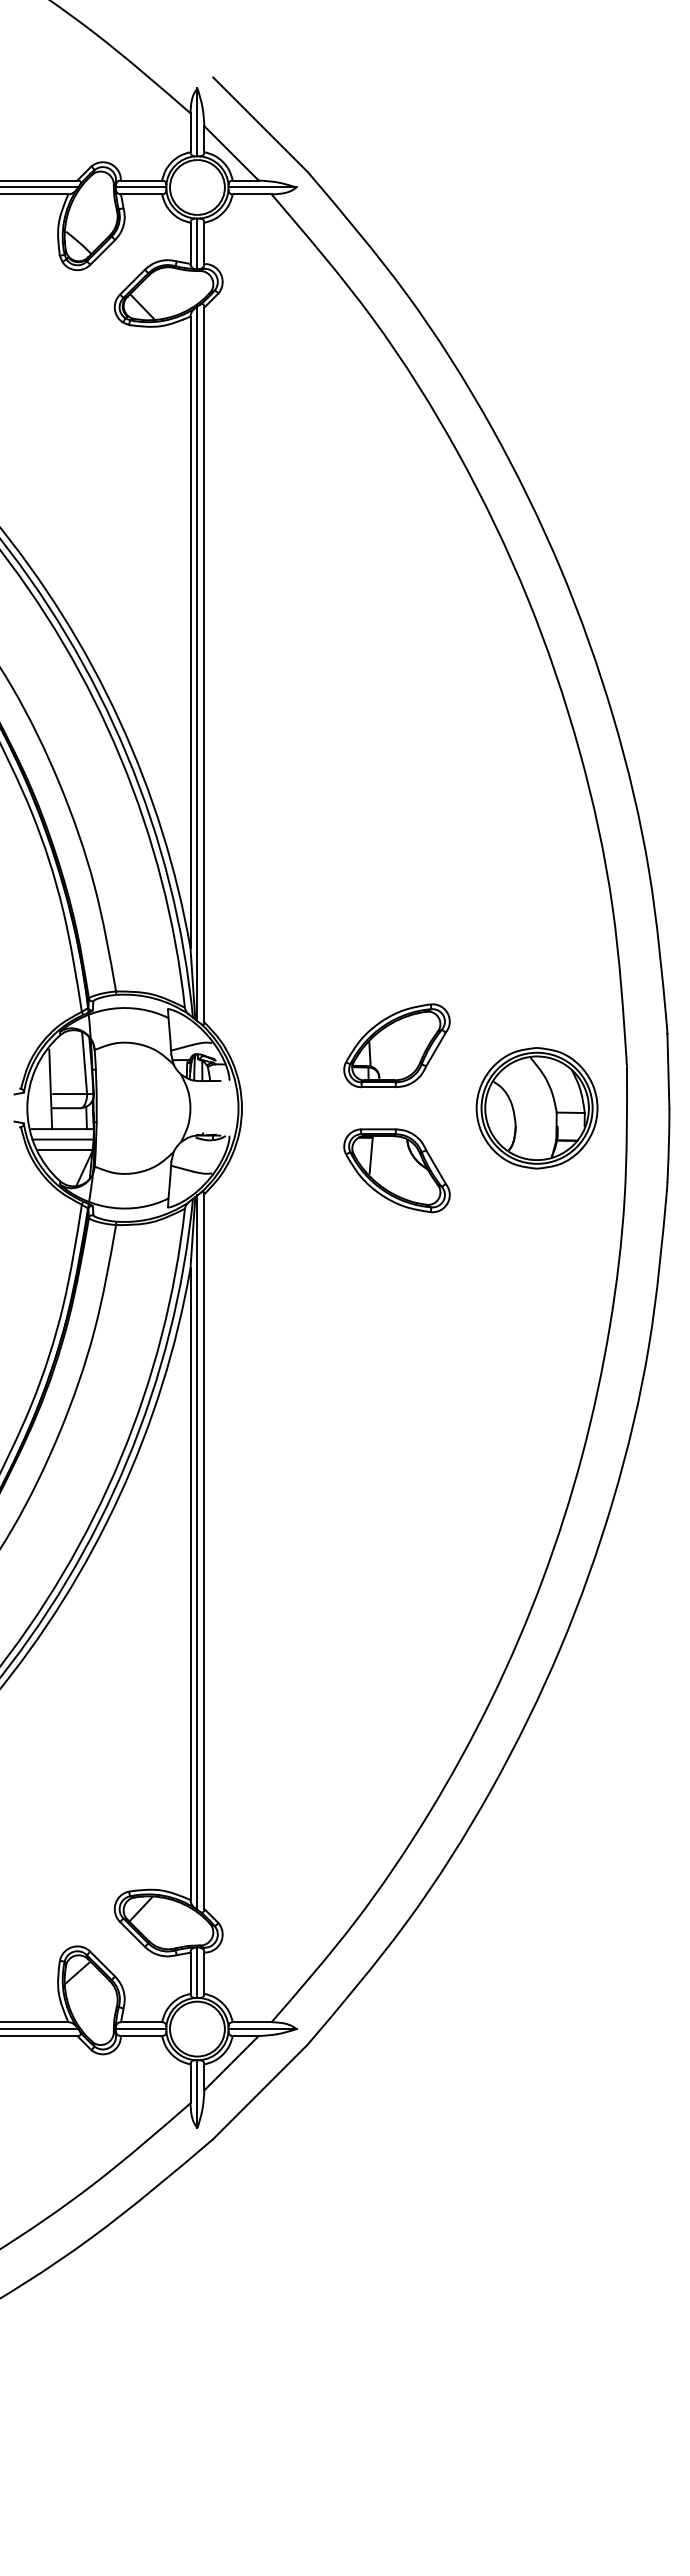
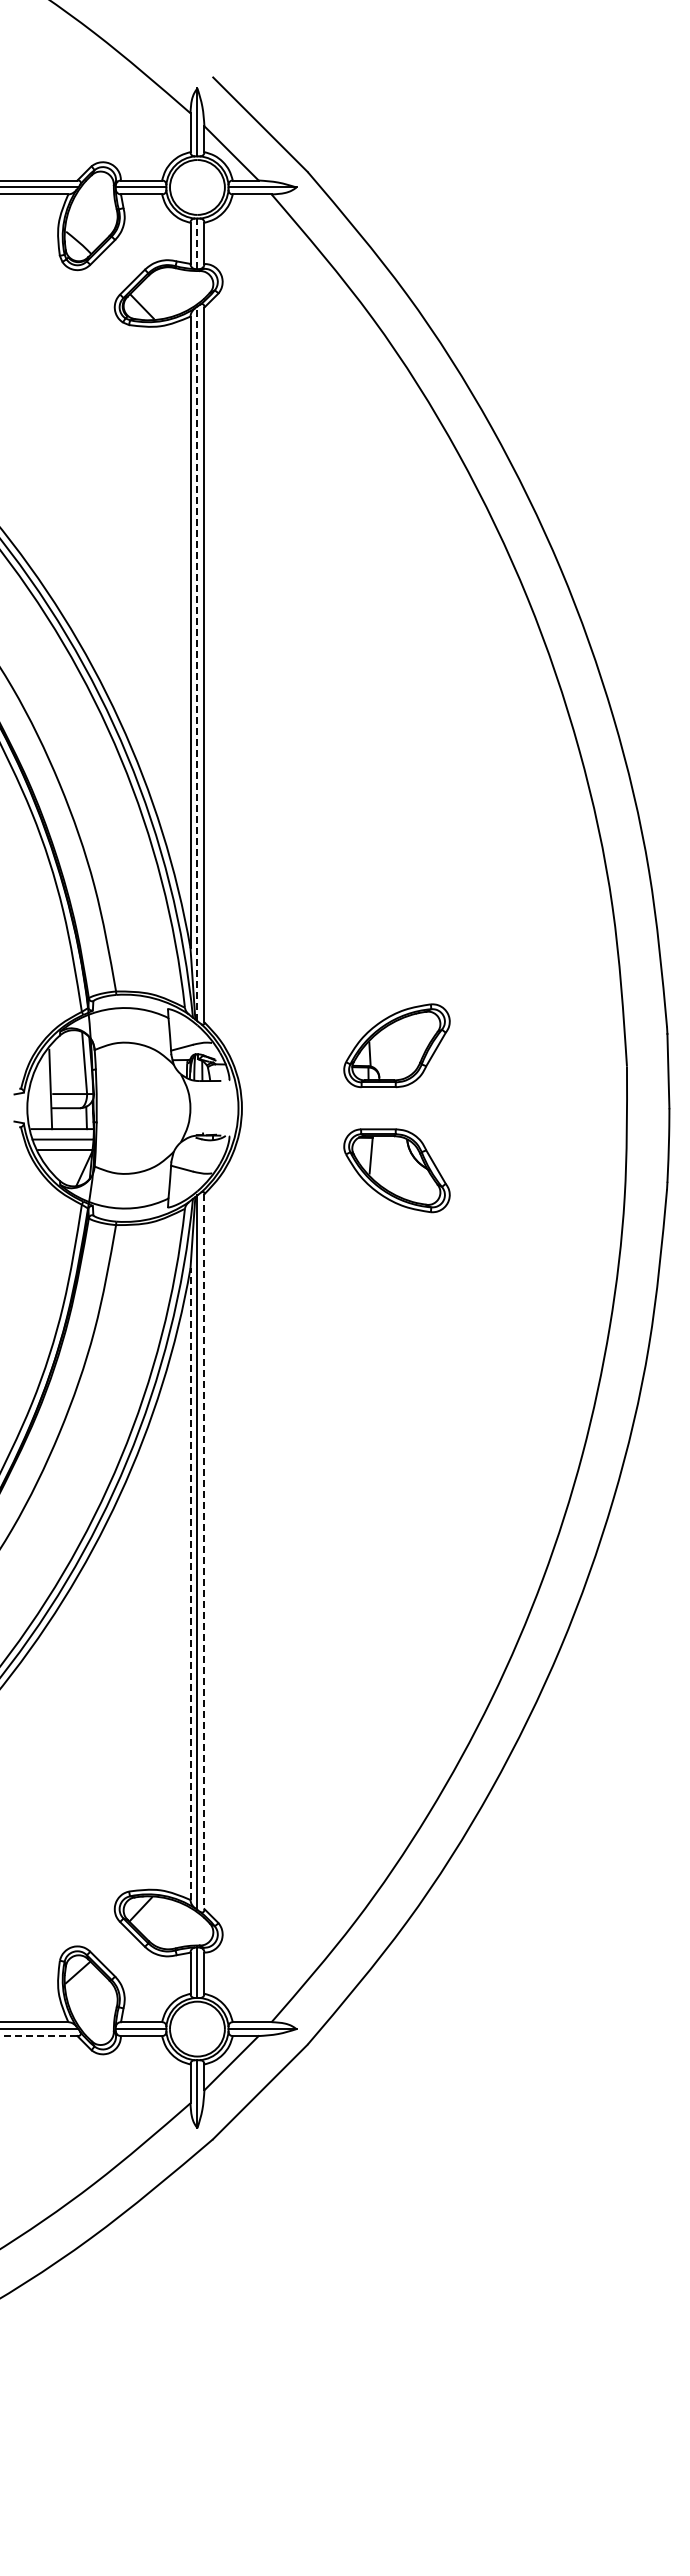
line at (197, 243): solid -> dashed
line at (197, 663): solid -> dashed
part at (536, 1108): present -> none
line at (204, 1552): solid -> dashed
line at (190, 1584): solid -> dashed
line at (38, 2036): solid -> dashed
